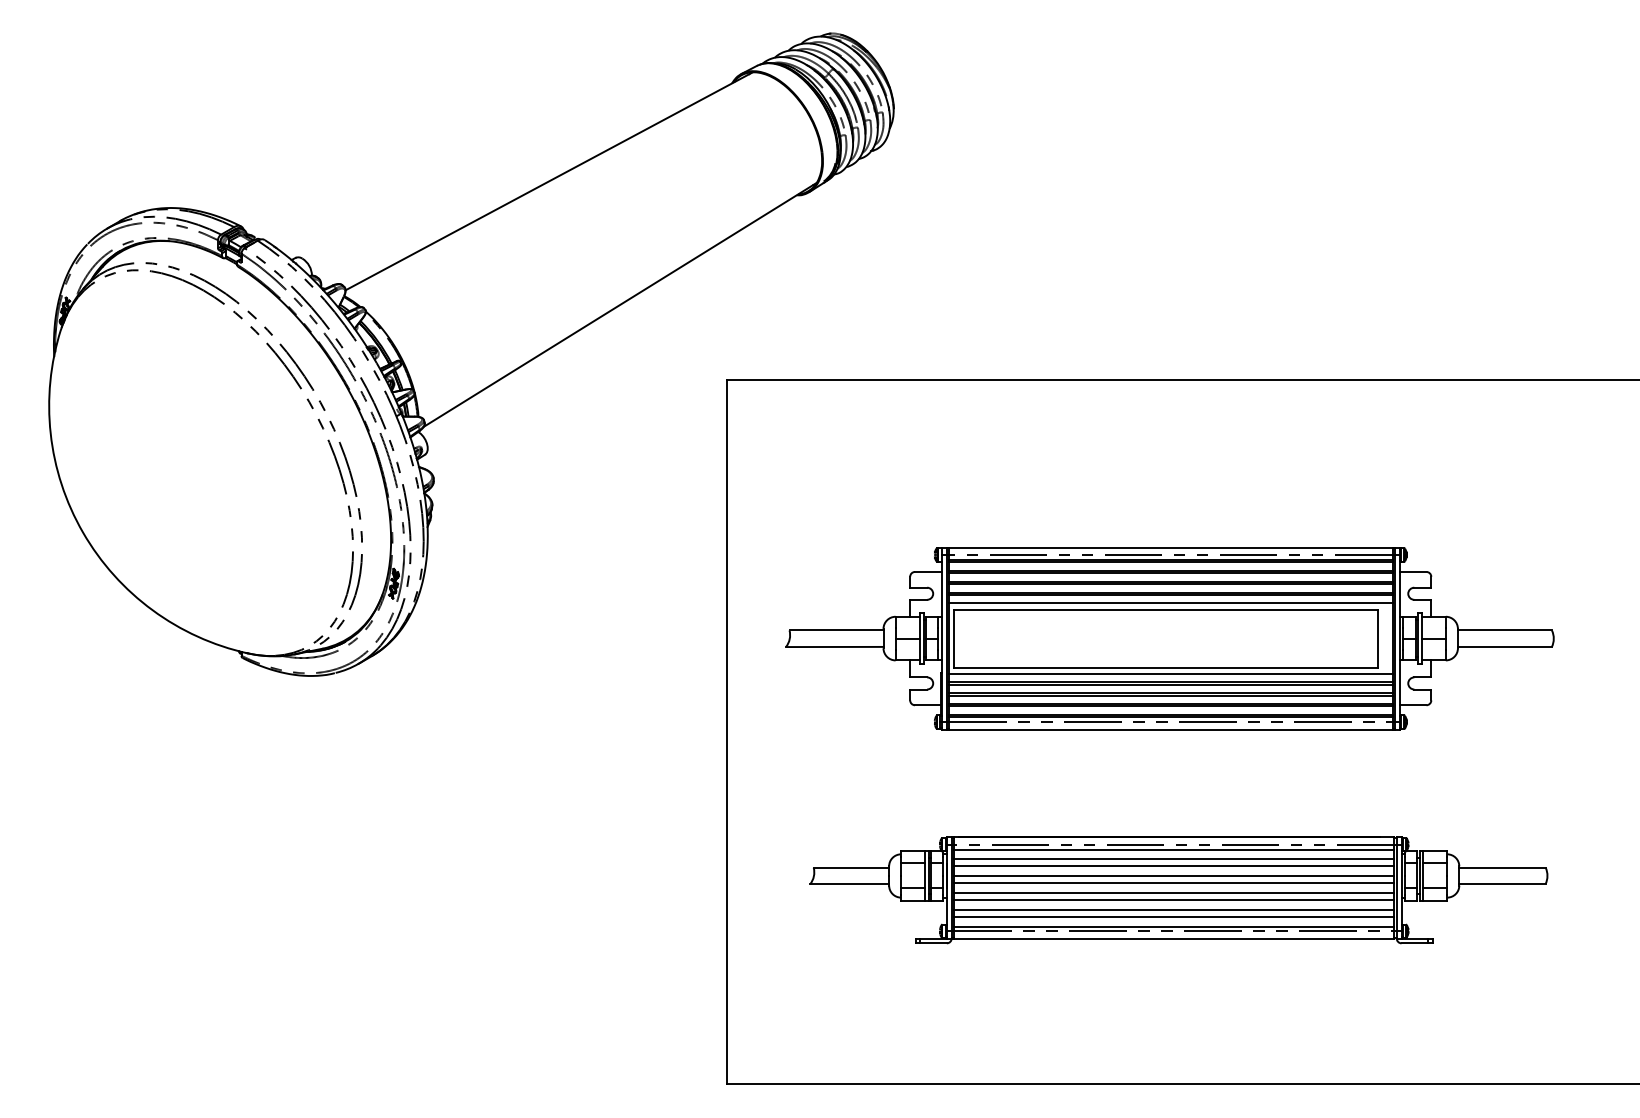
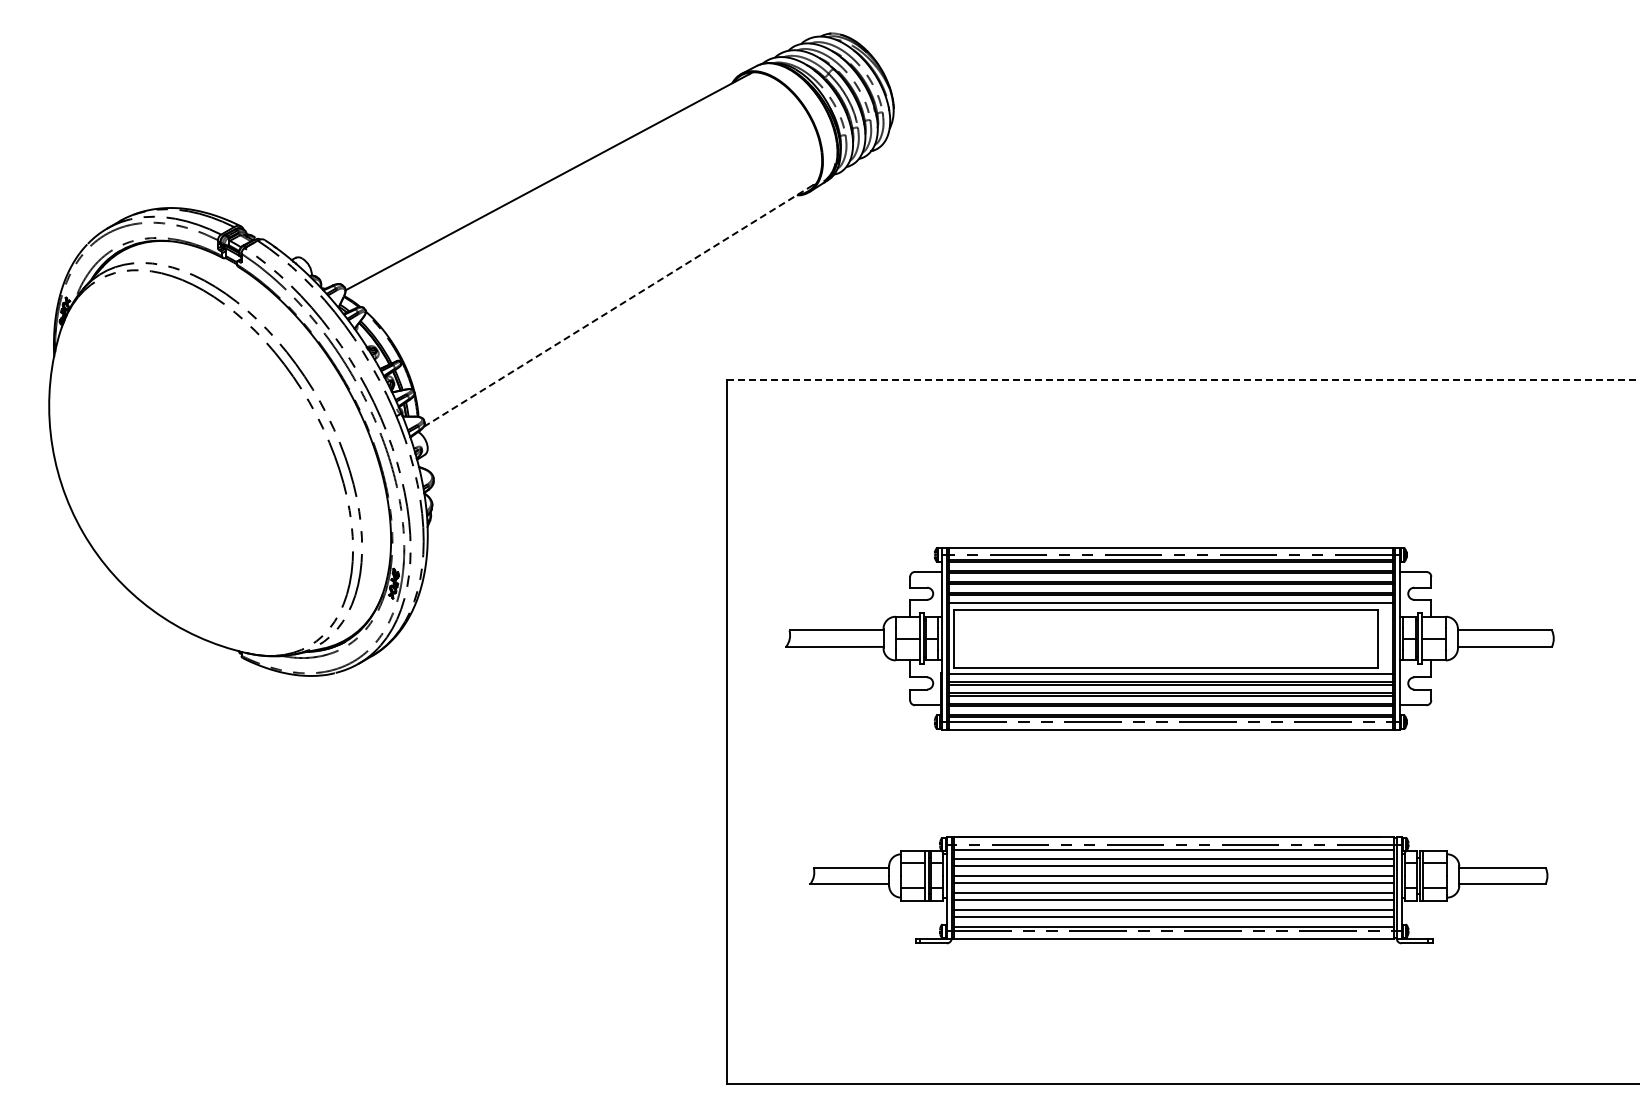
line at (620, 304): solid -> dashed
line at (1184, 379): solid -> dashed
